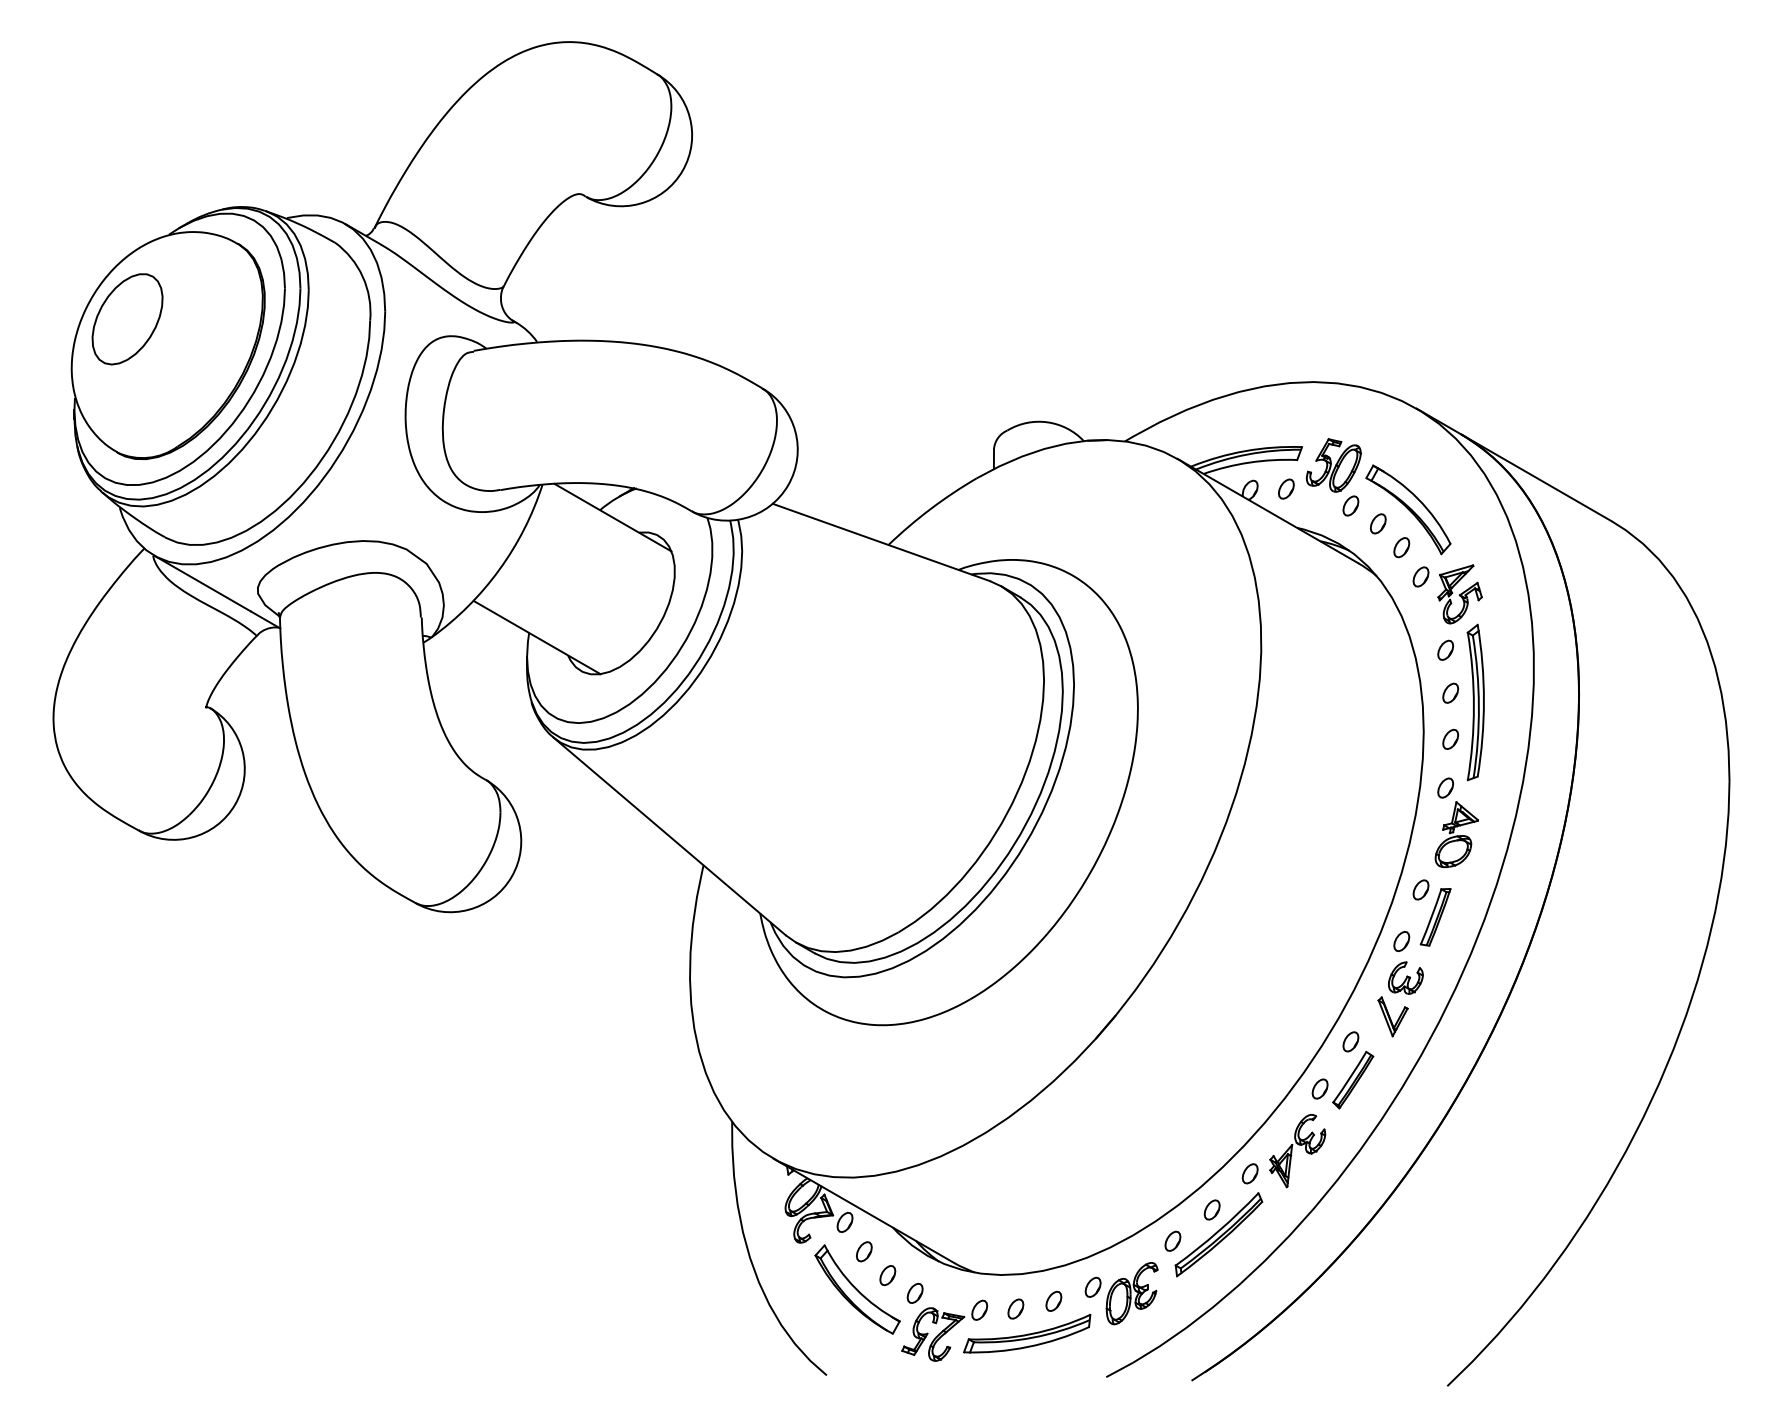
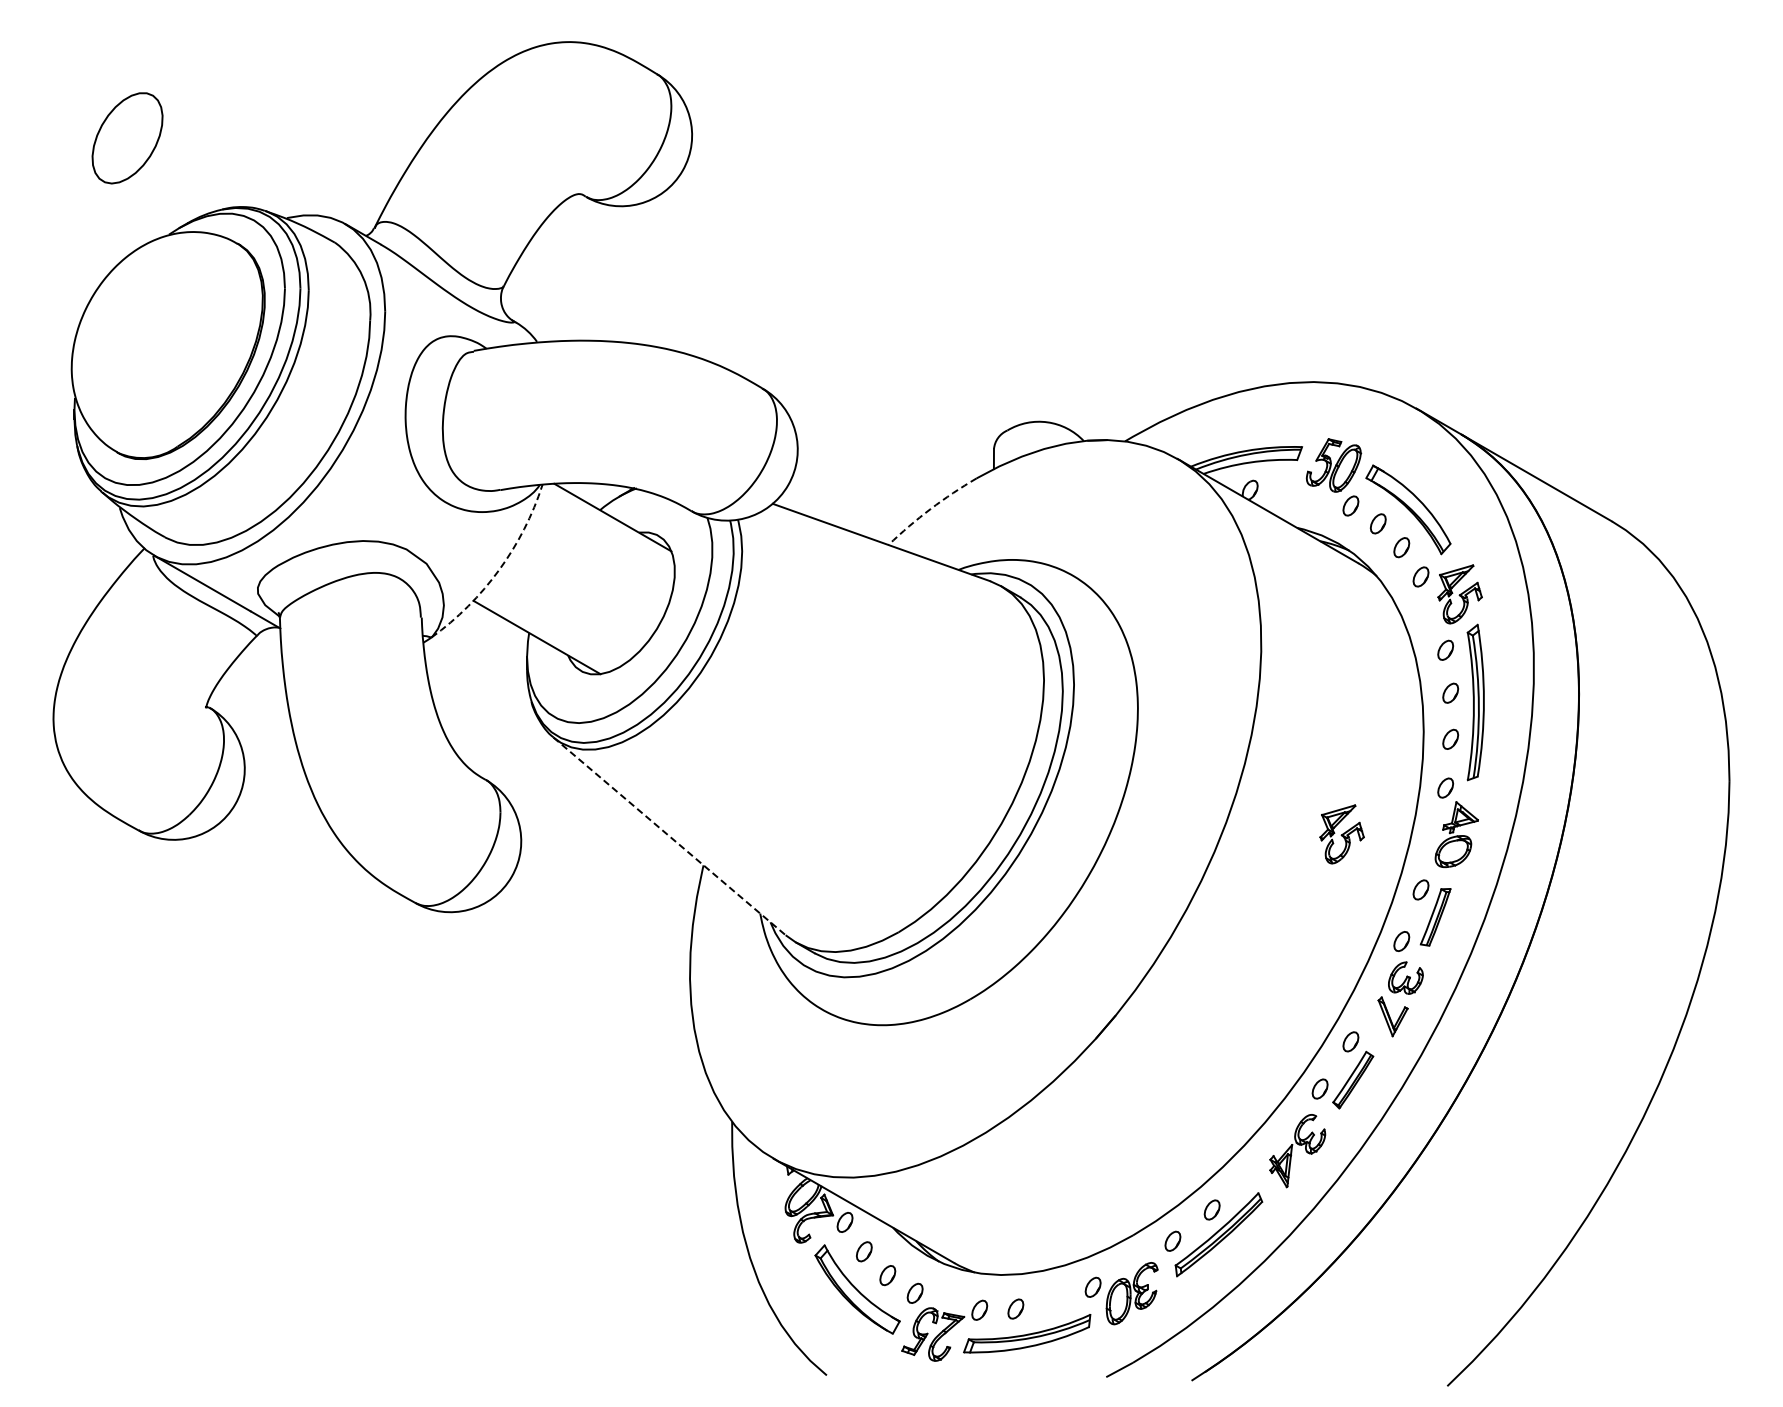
part at (127, 319) position: (127, 319) -> (127, 138)
part at (1286, 488): present -> none
arc at (930, 509): solid -> dashed
arc at (499, 570): solid -> dashed
part at (1341, 834): none -> present
line at (669, 836): solid -> dashed
part at (1249, 1173): present -> none
part at (1053, 1300): present -> none
